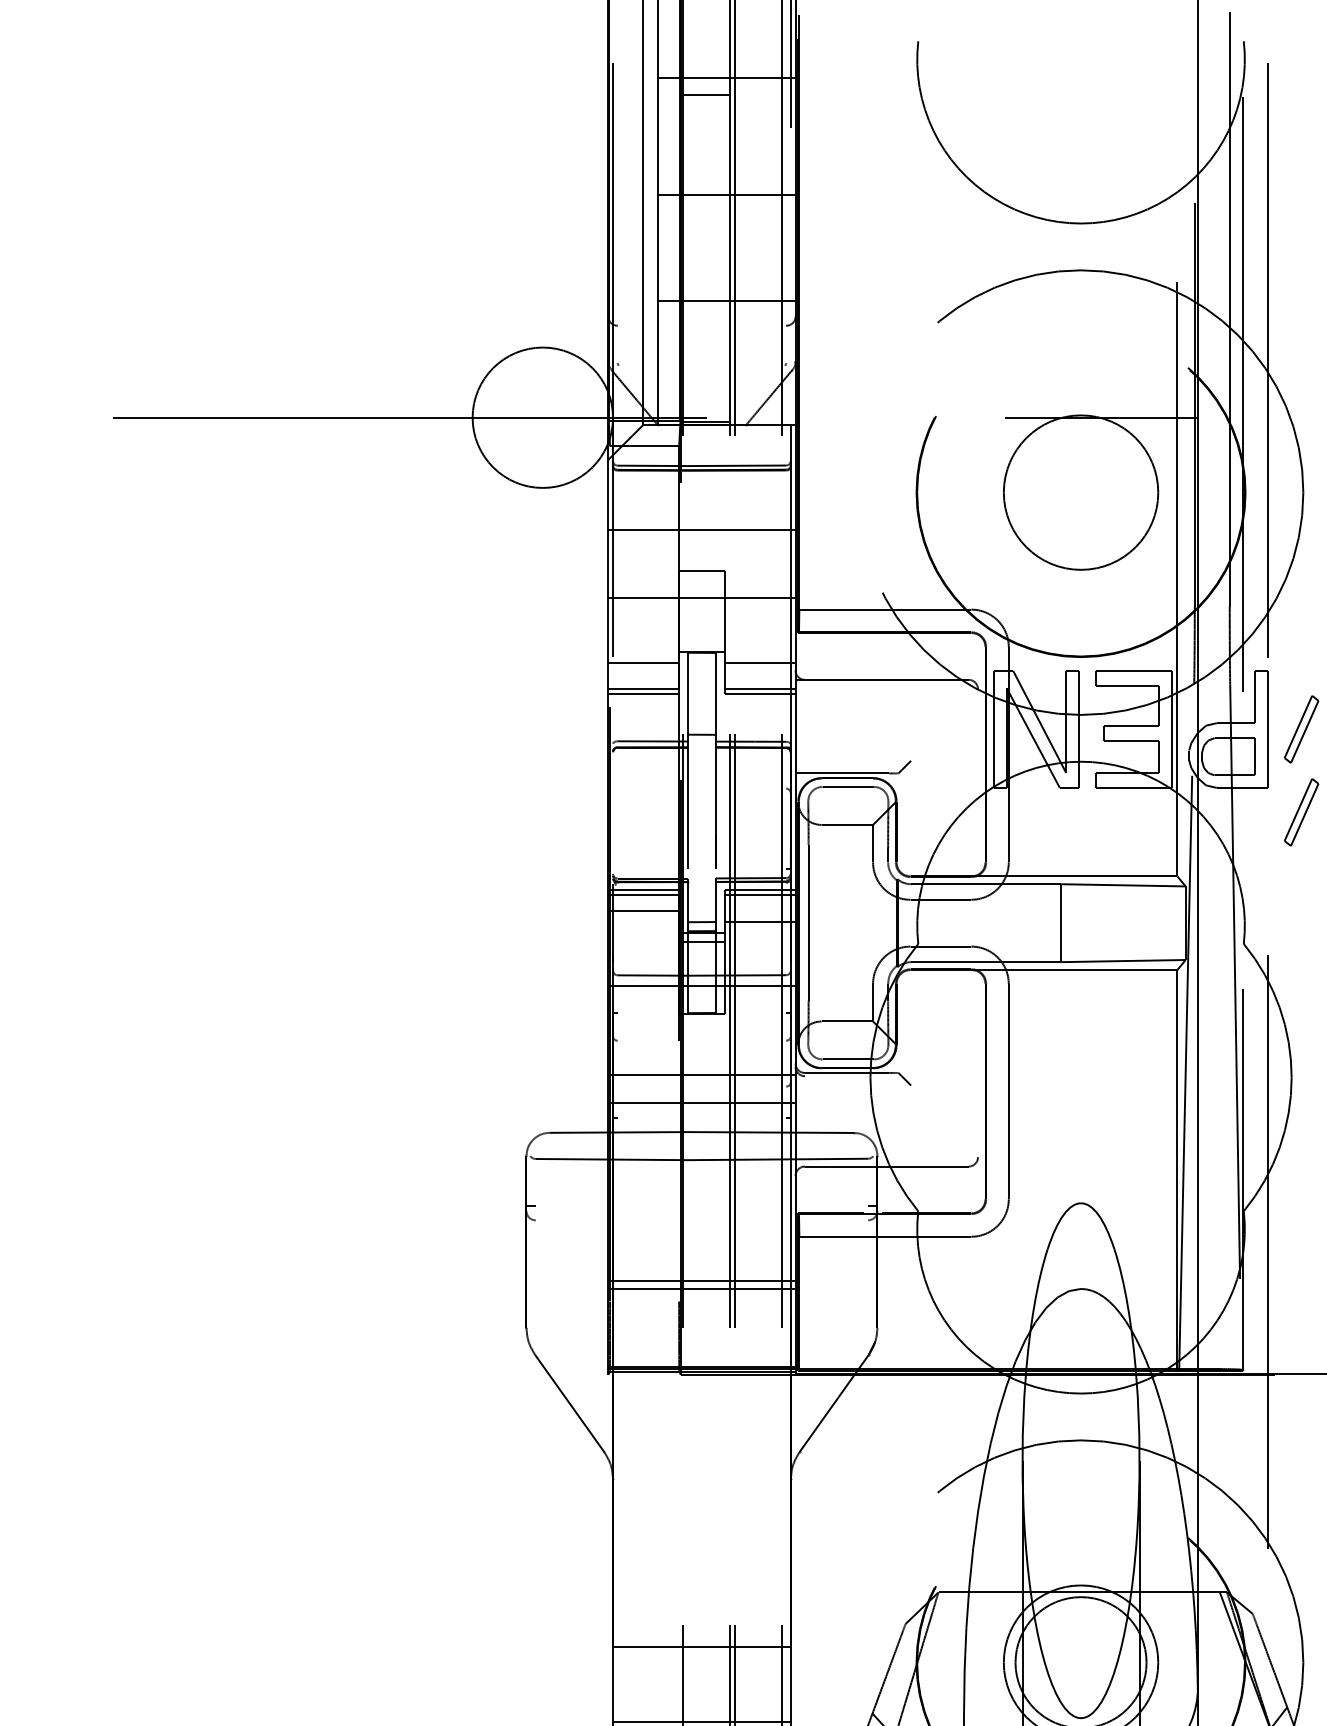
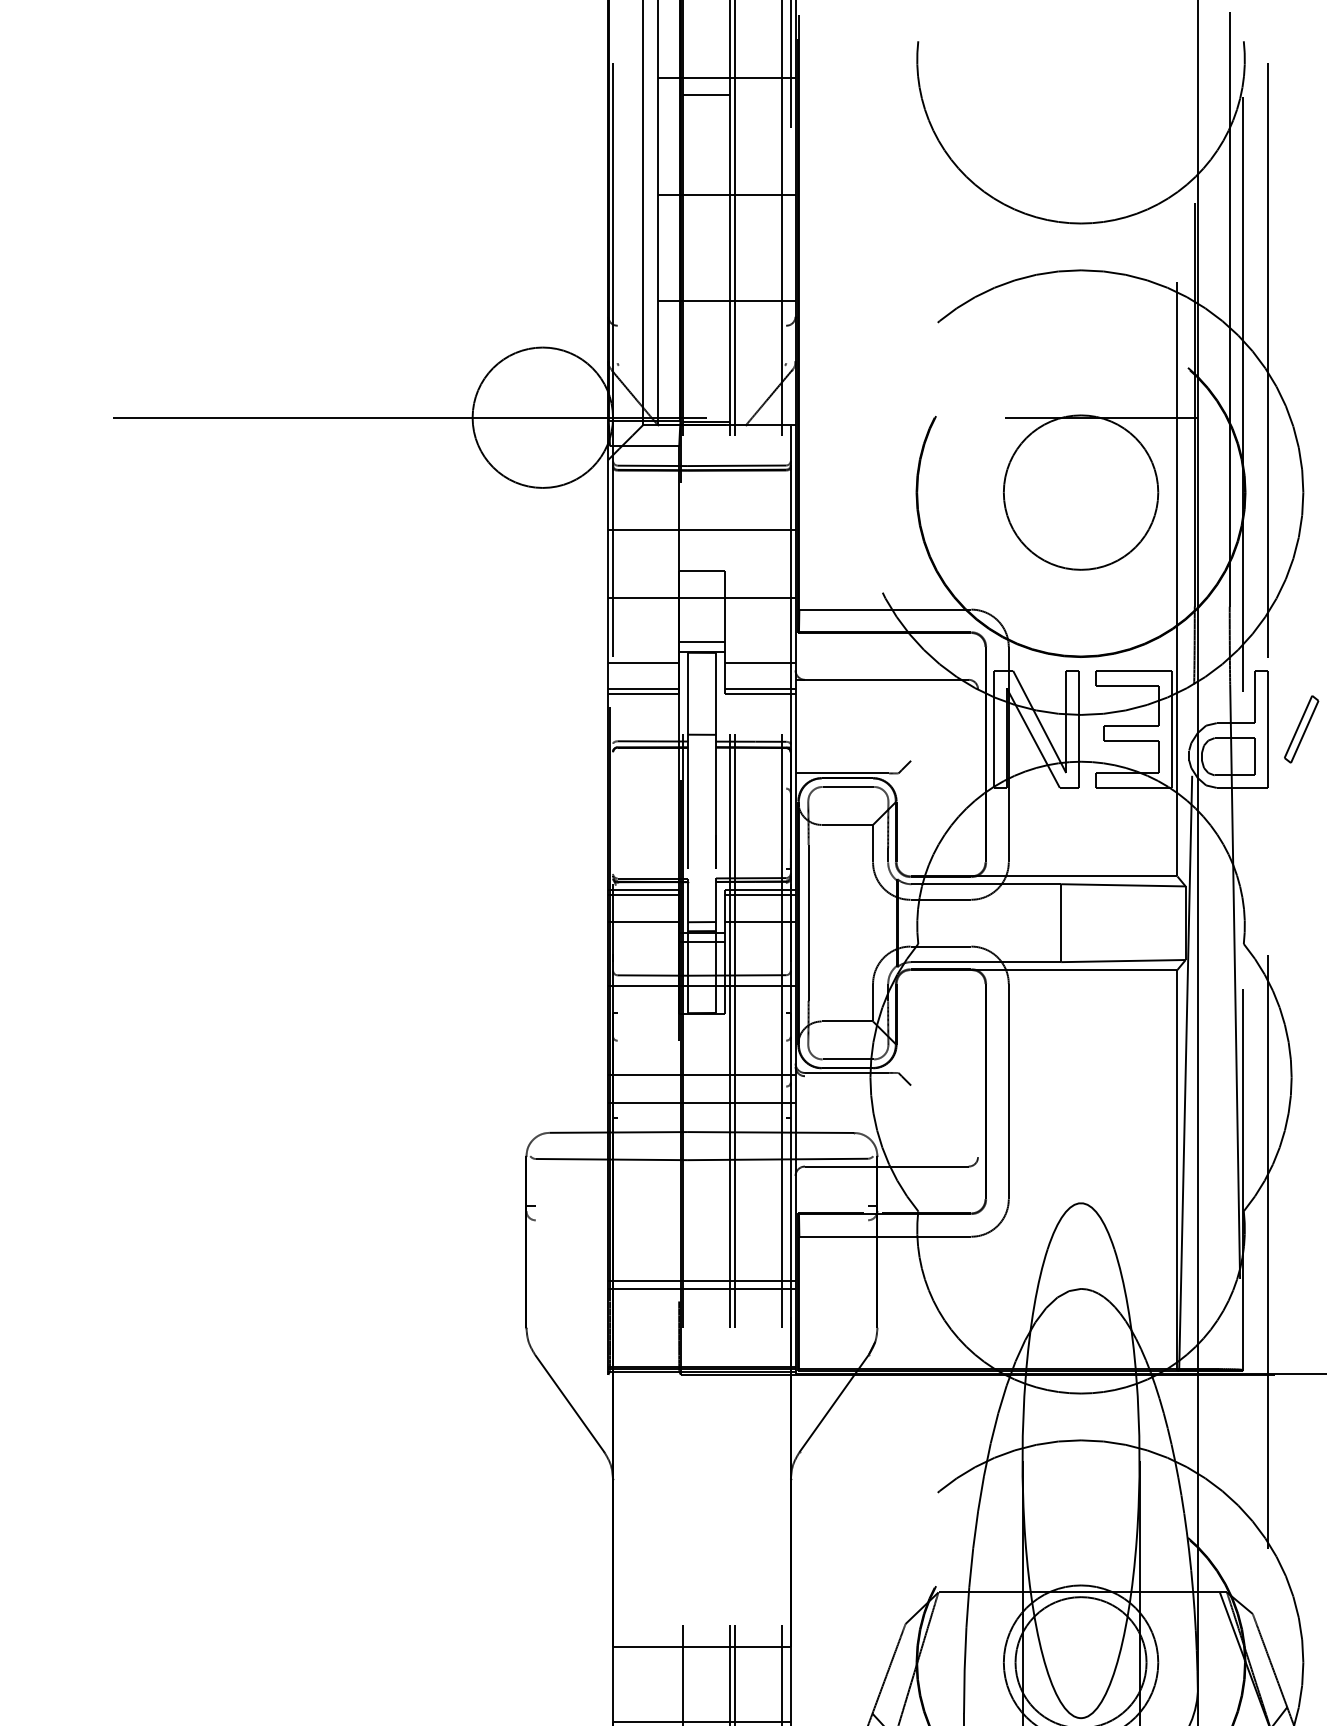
line at (701, 642): none -> present
part at (1301, 812): present -> none
line at (643, 910) position: (643, 910) -> (643, 921)
